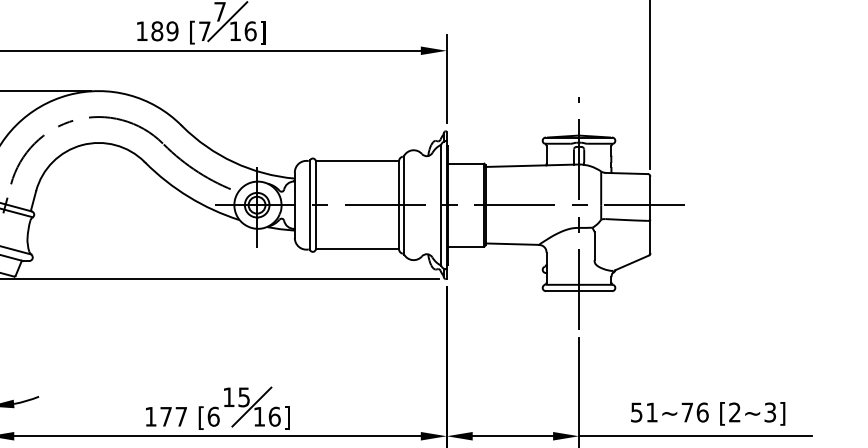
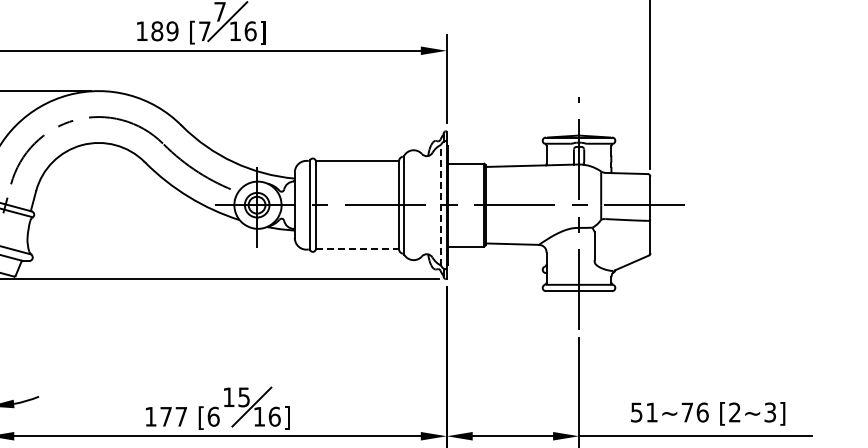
line at (441, 204): solid -> dashed
line at (357, 249): solid -> dashed
